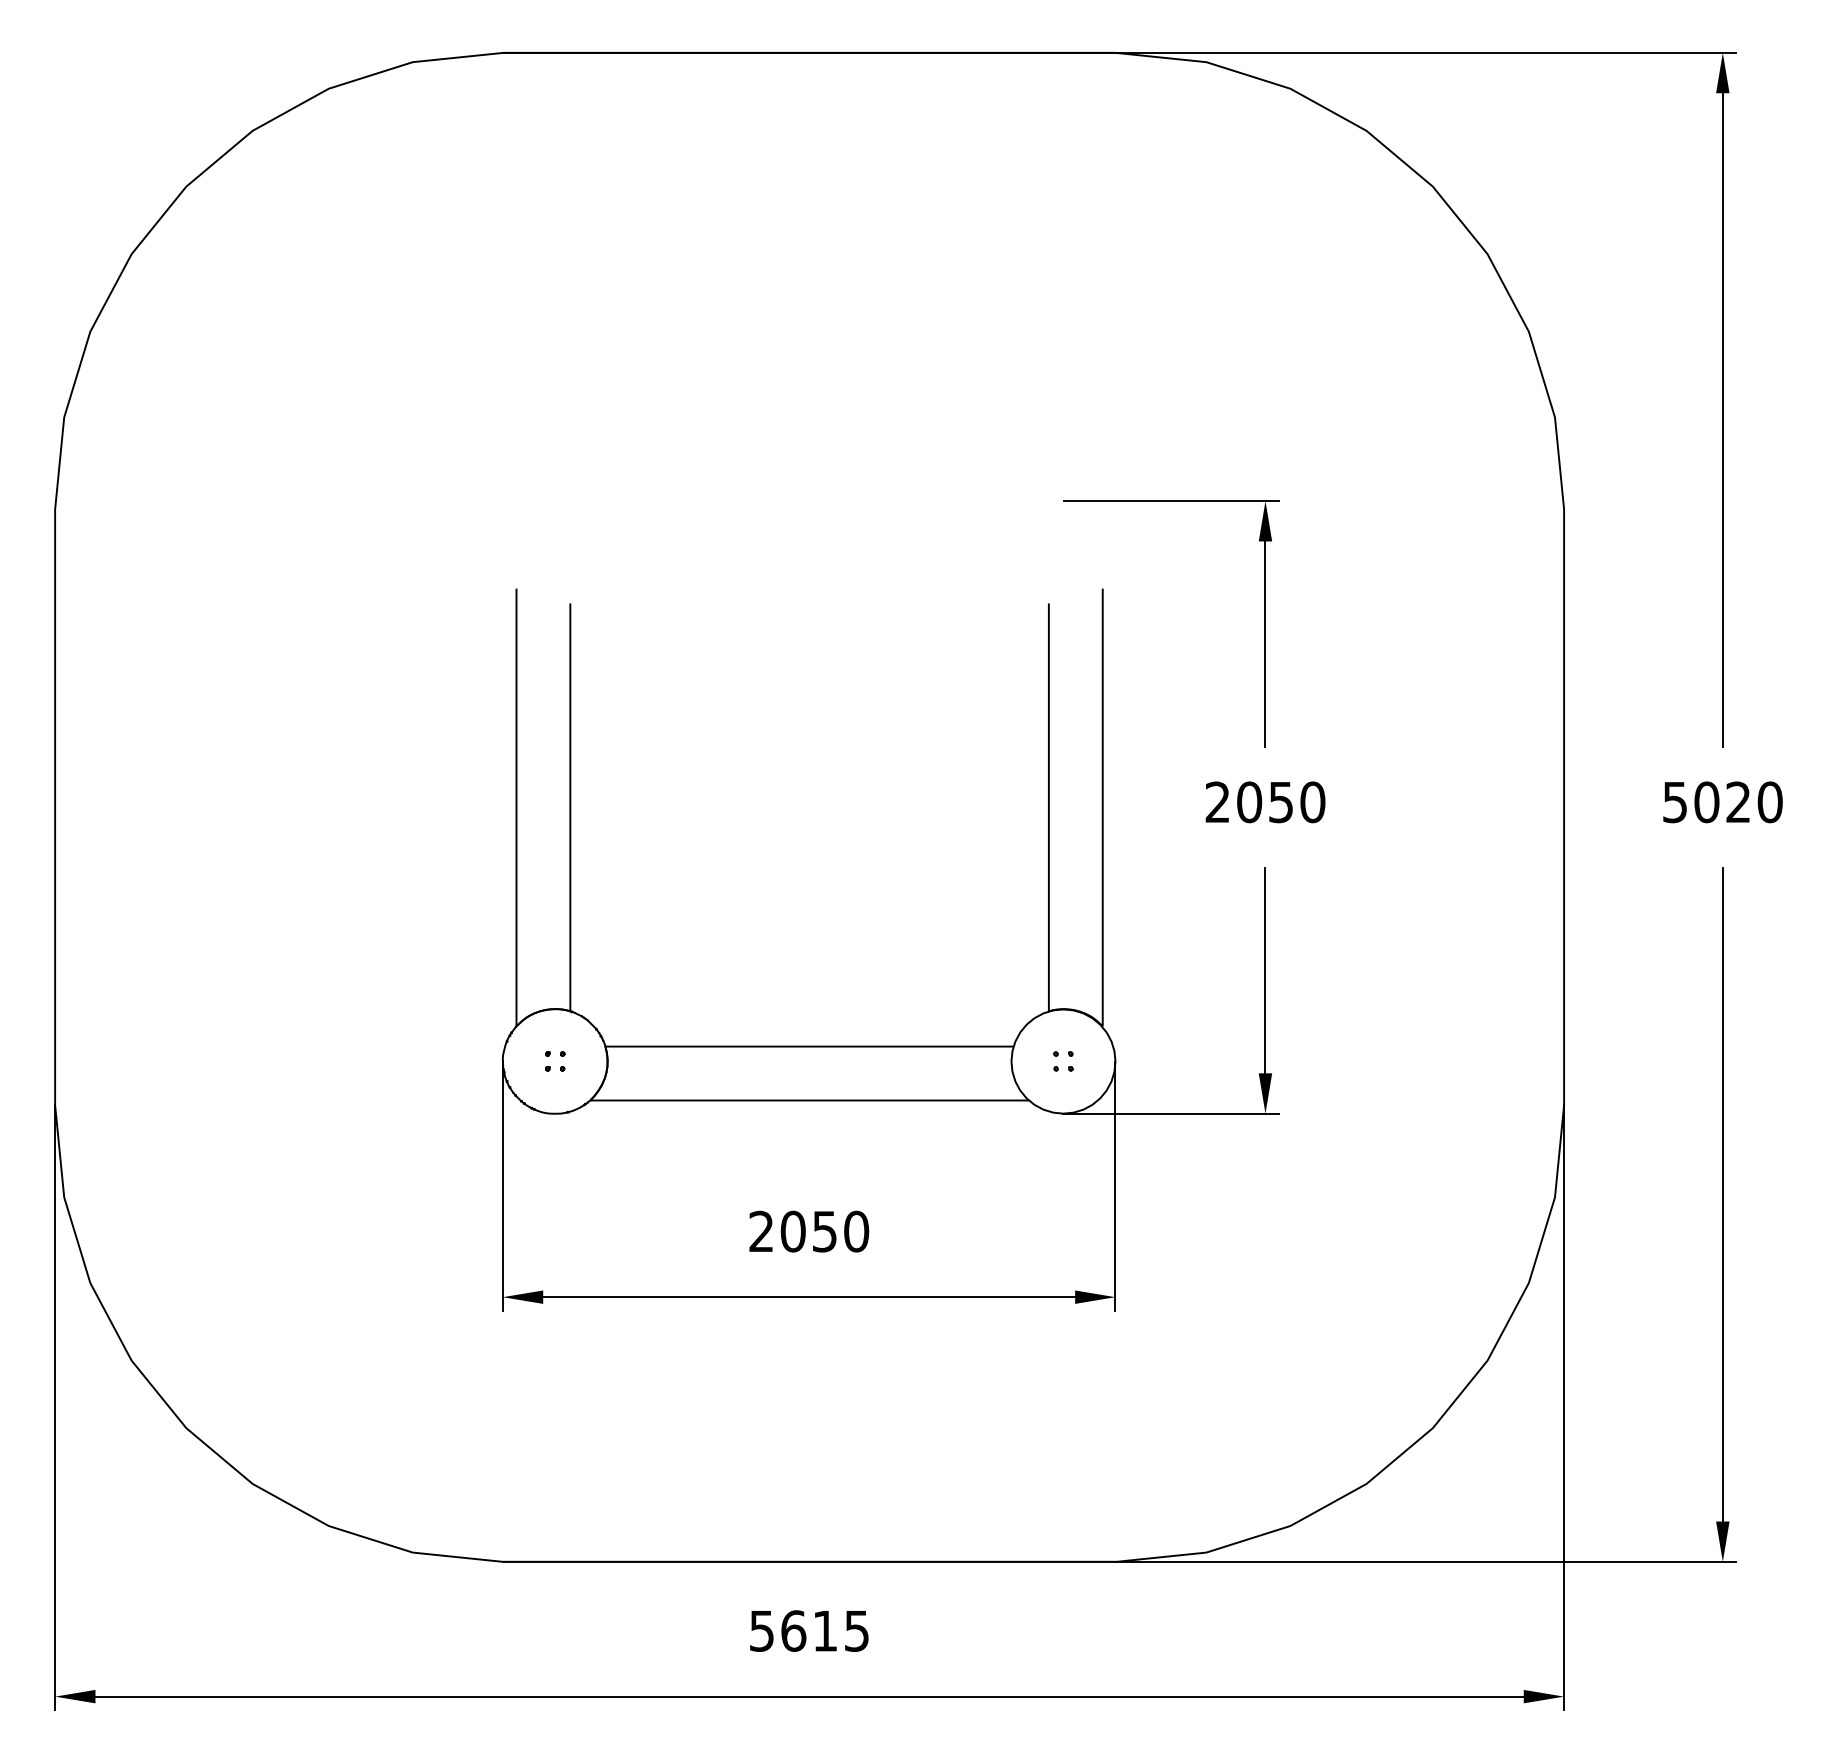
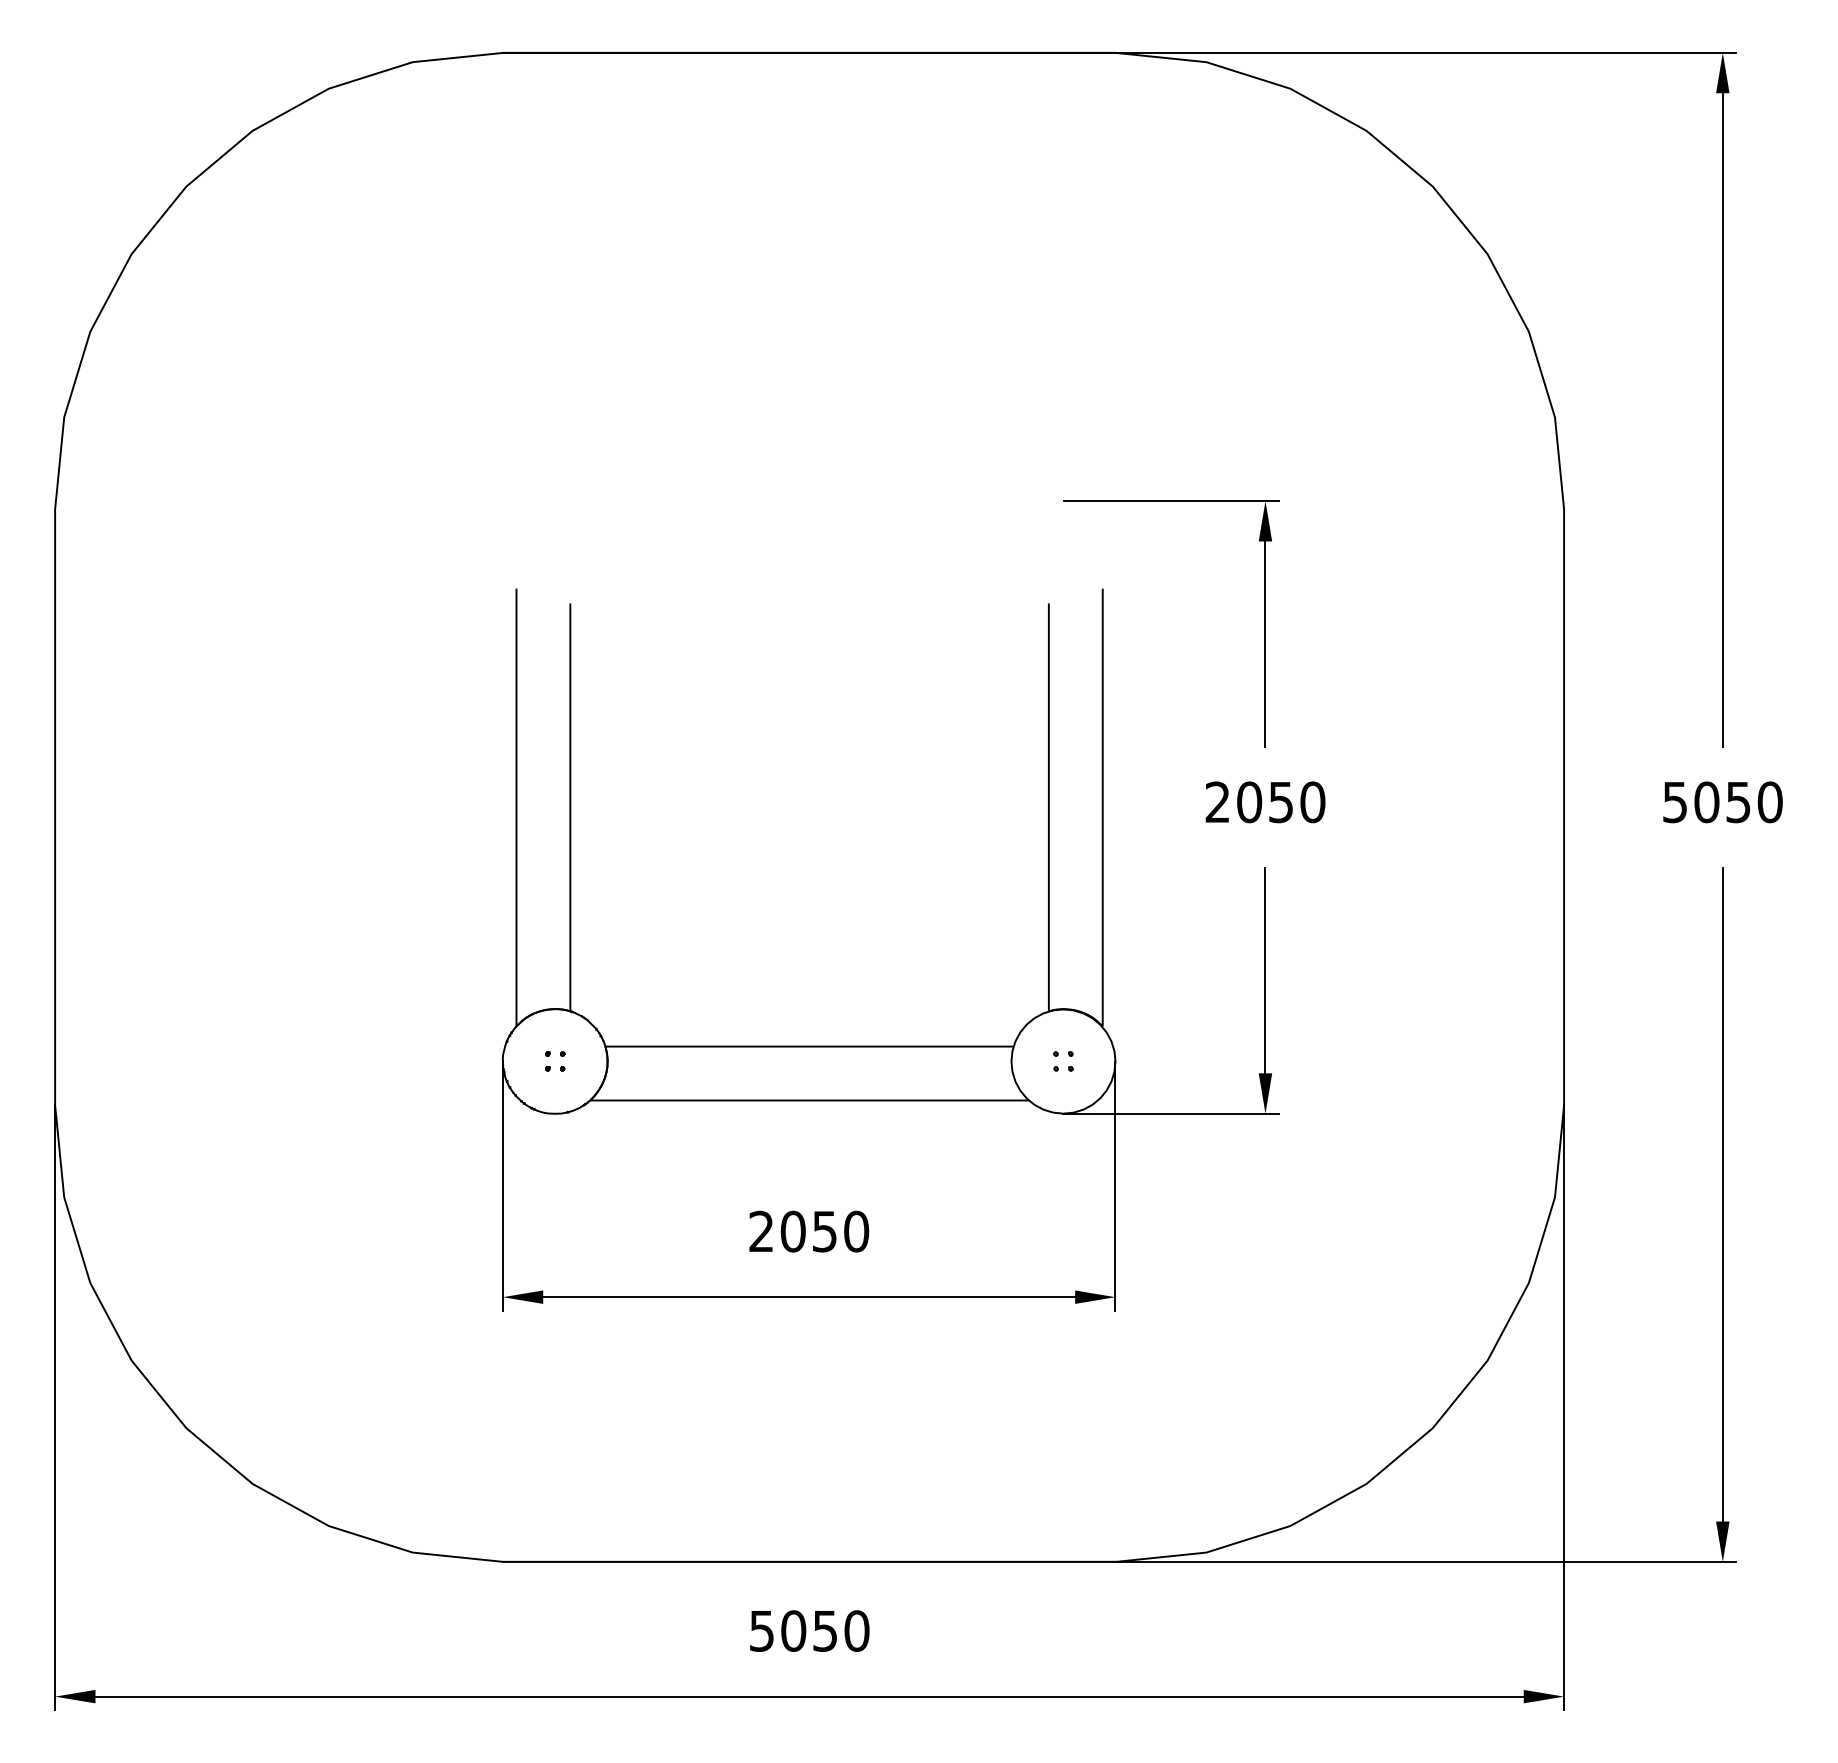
text at (1738, 802): 5020 -> 5050
text at (825, 1630): 5615 -> 5050
